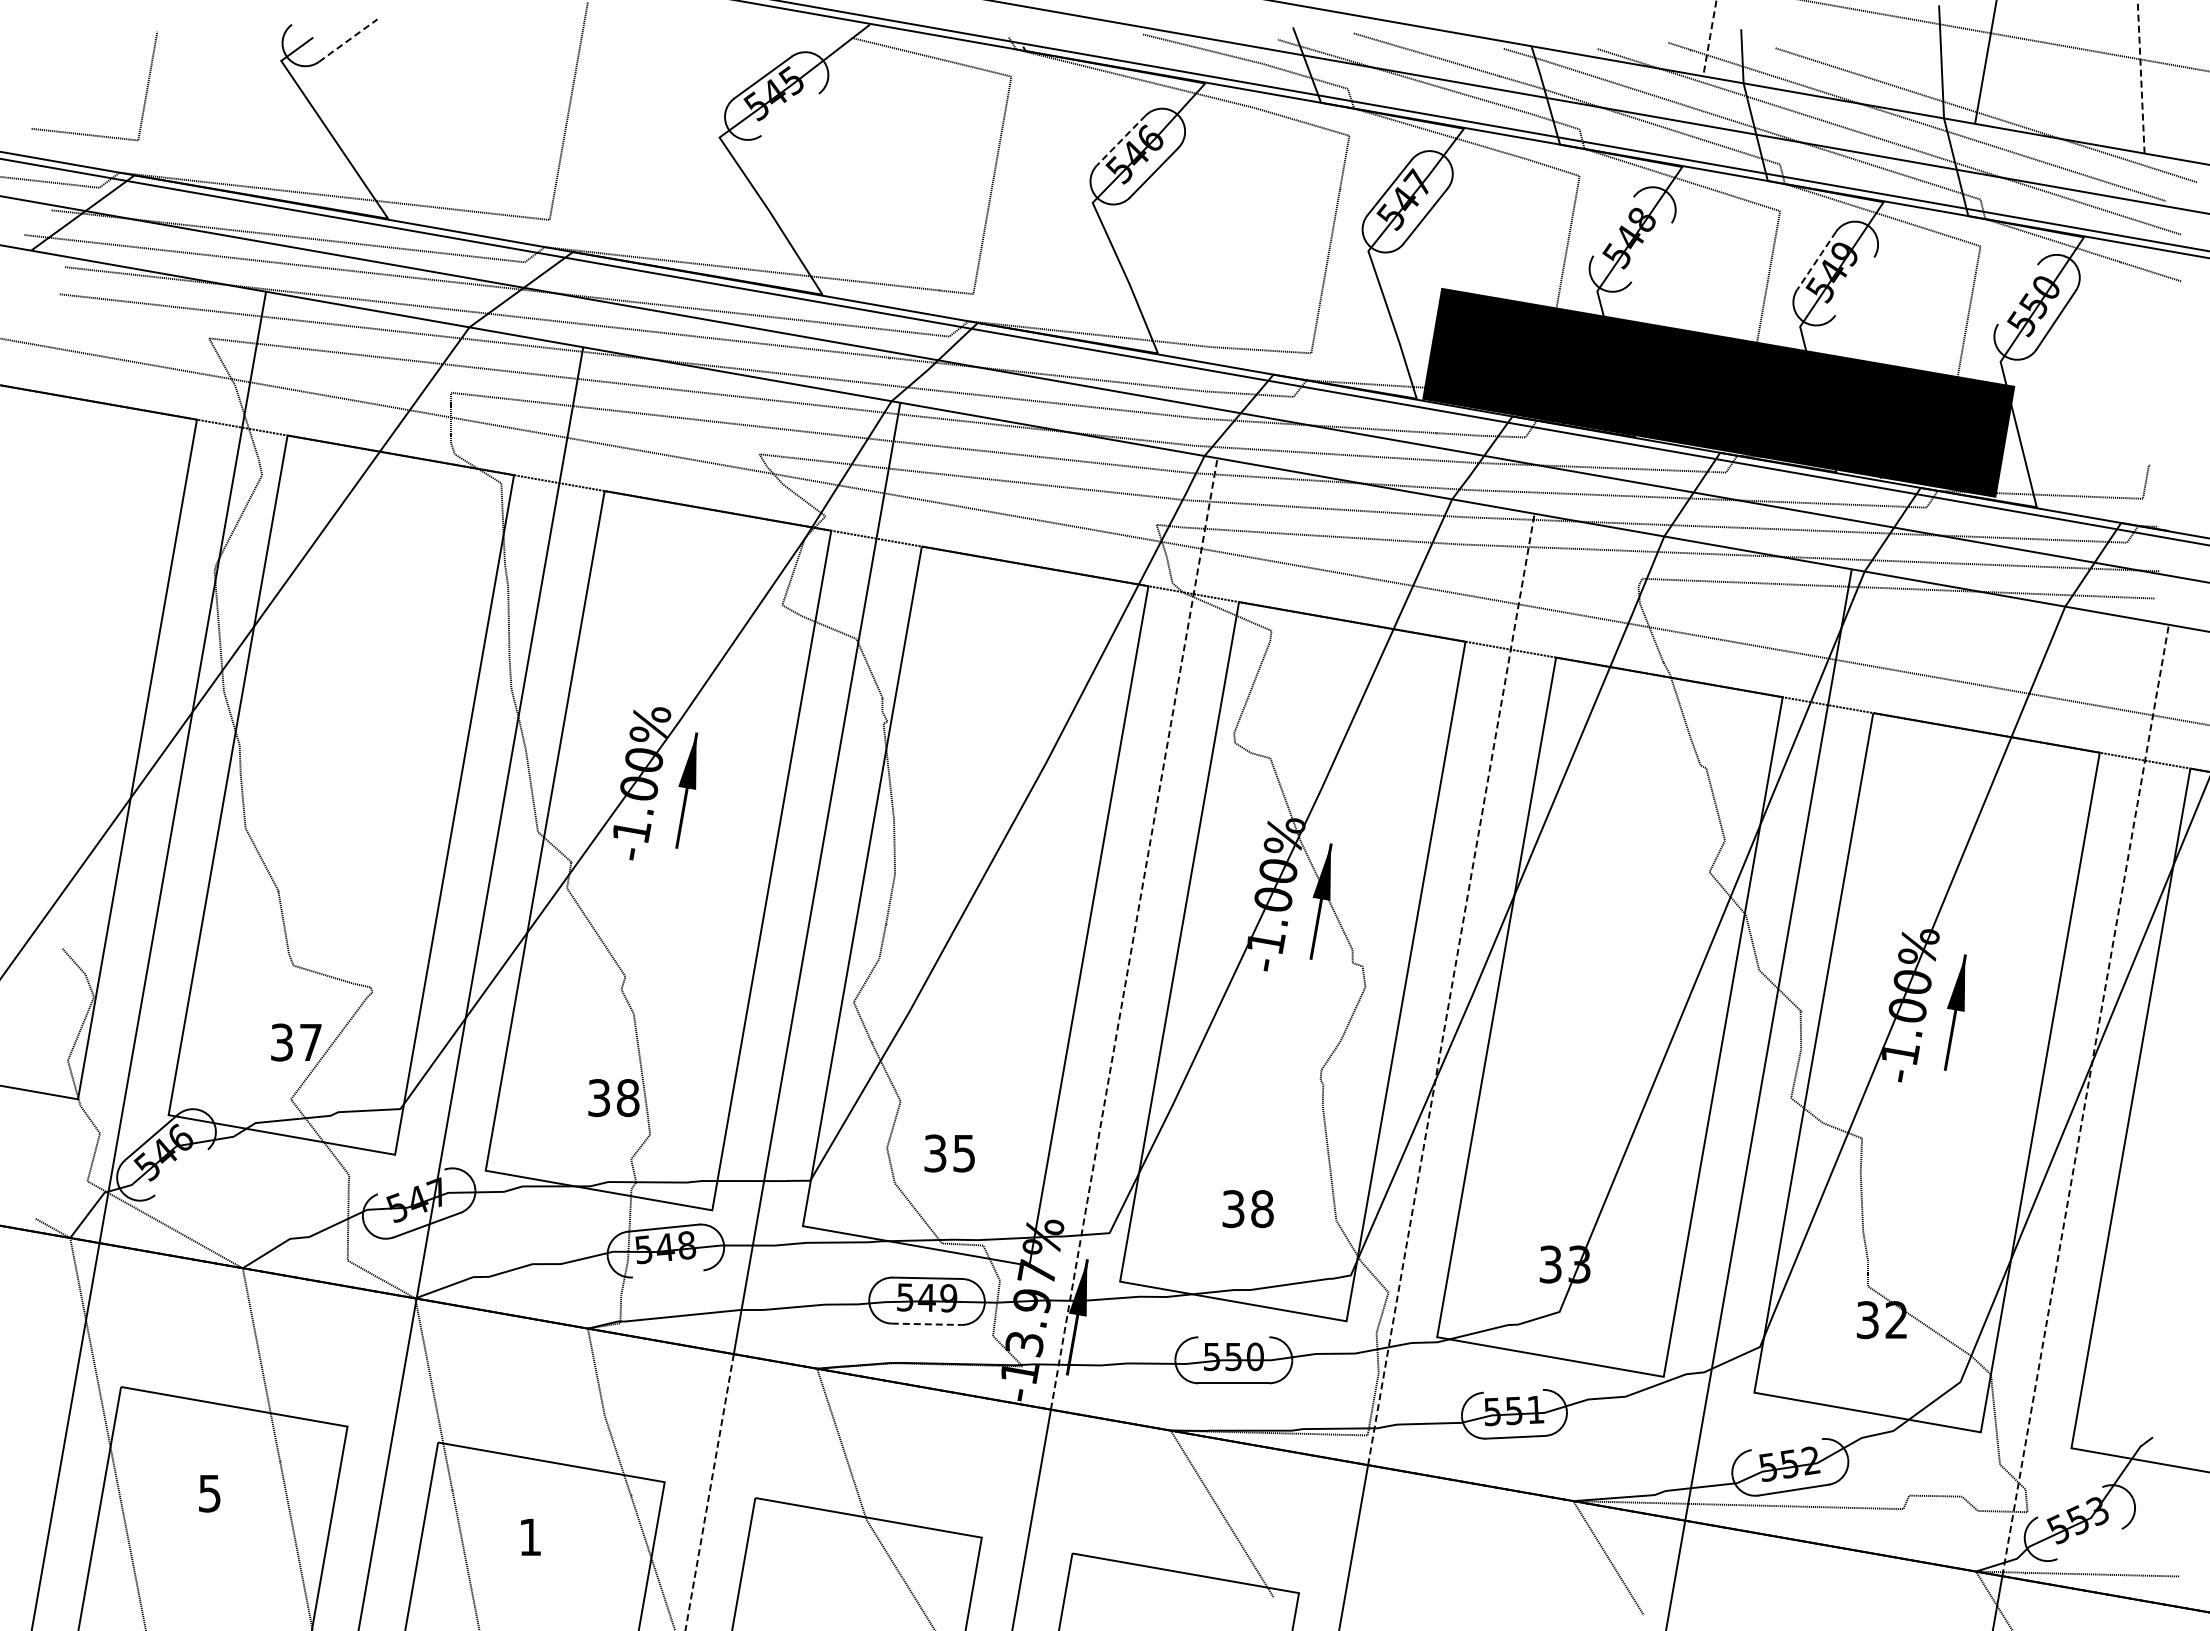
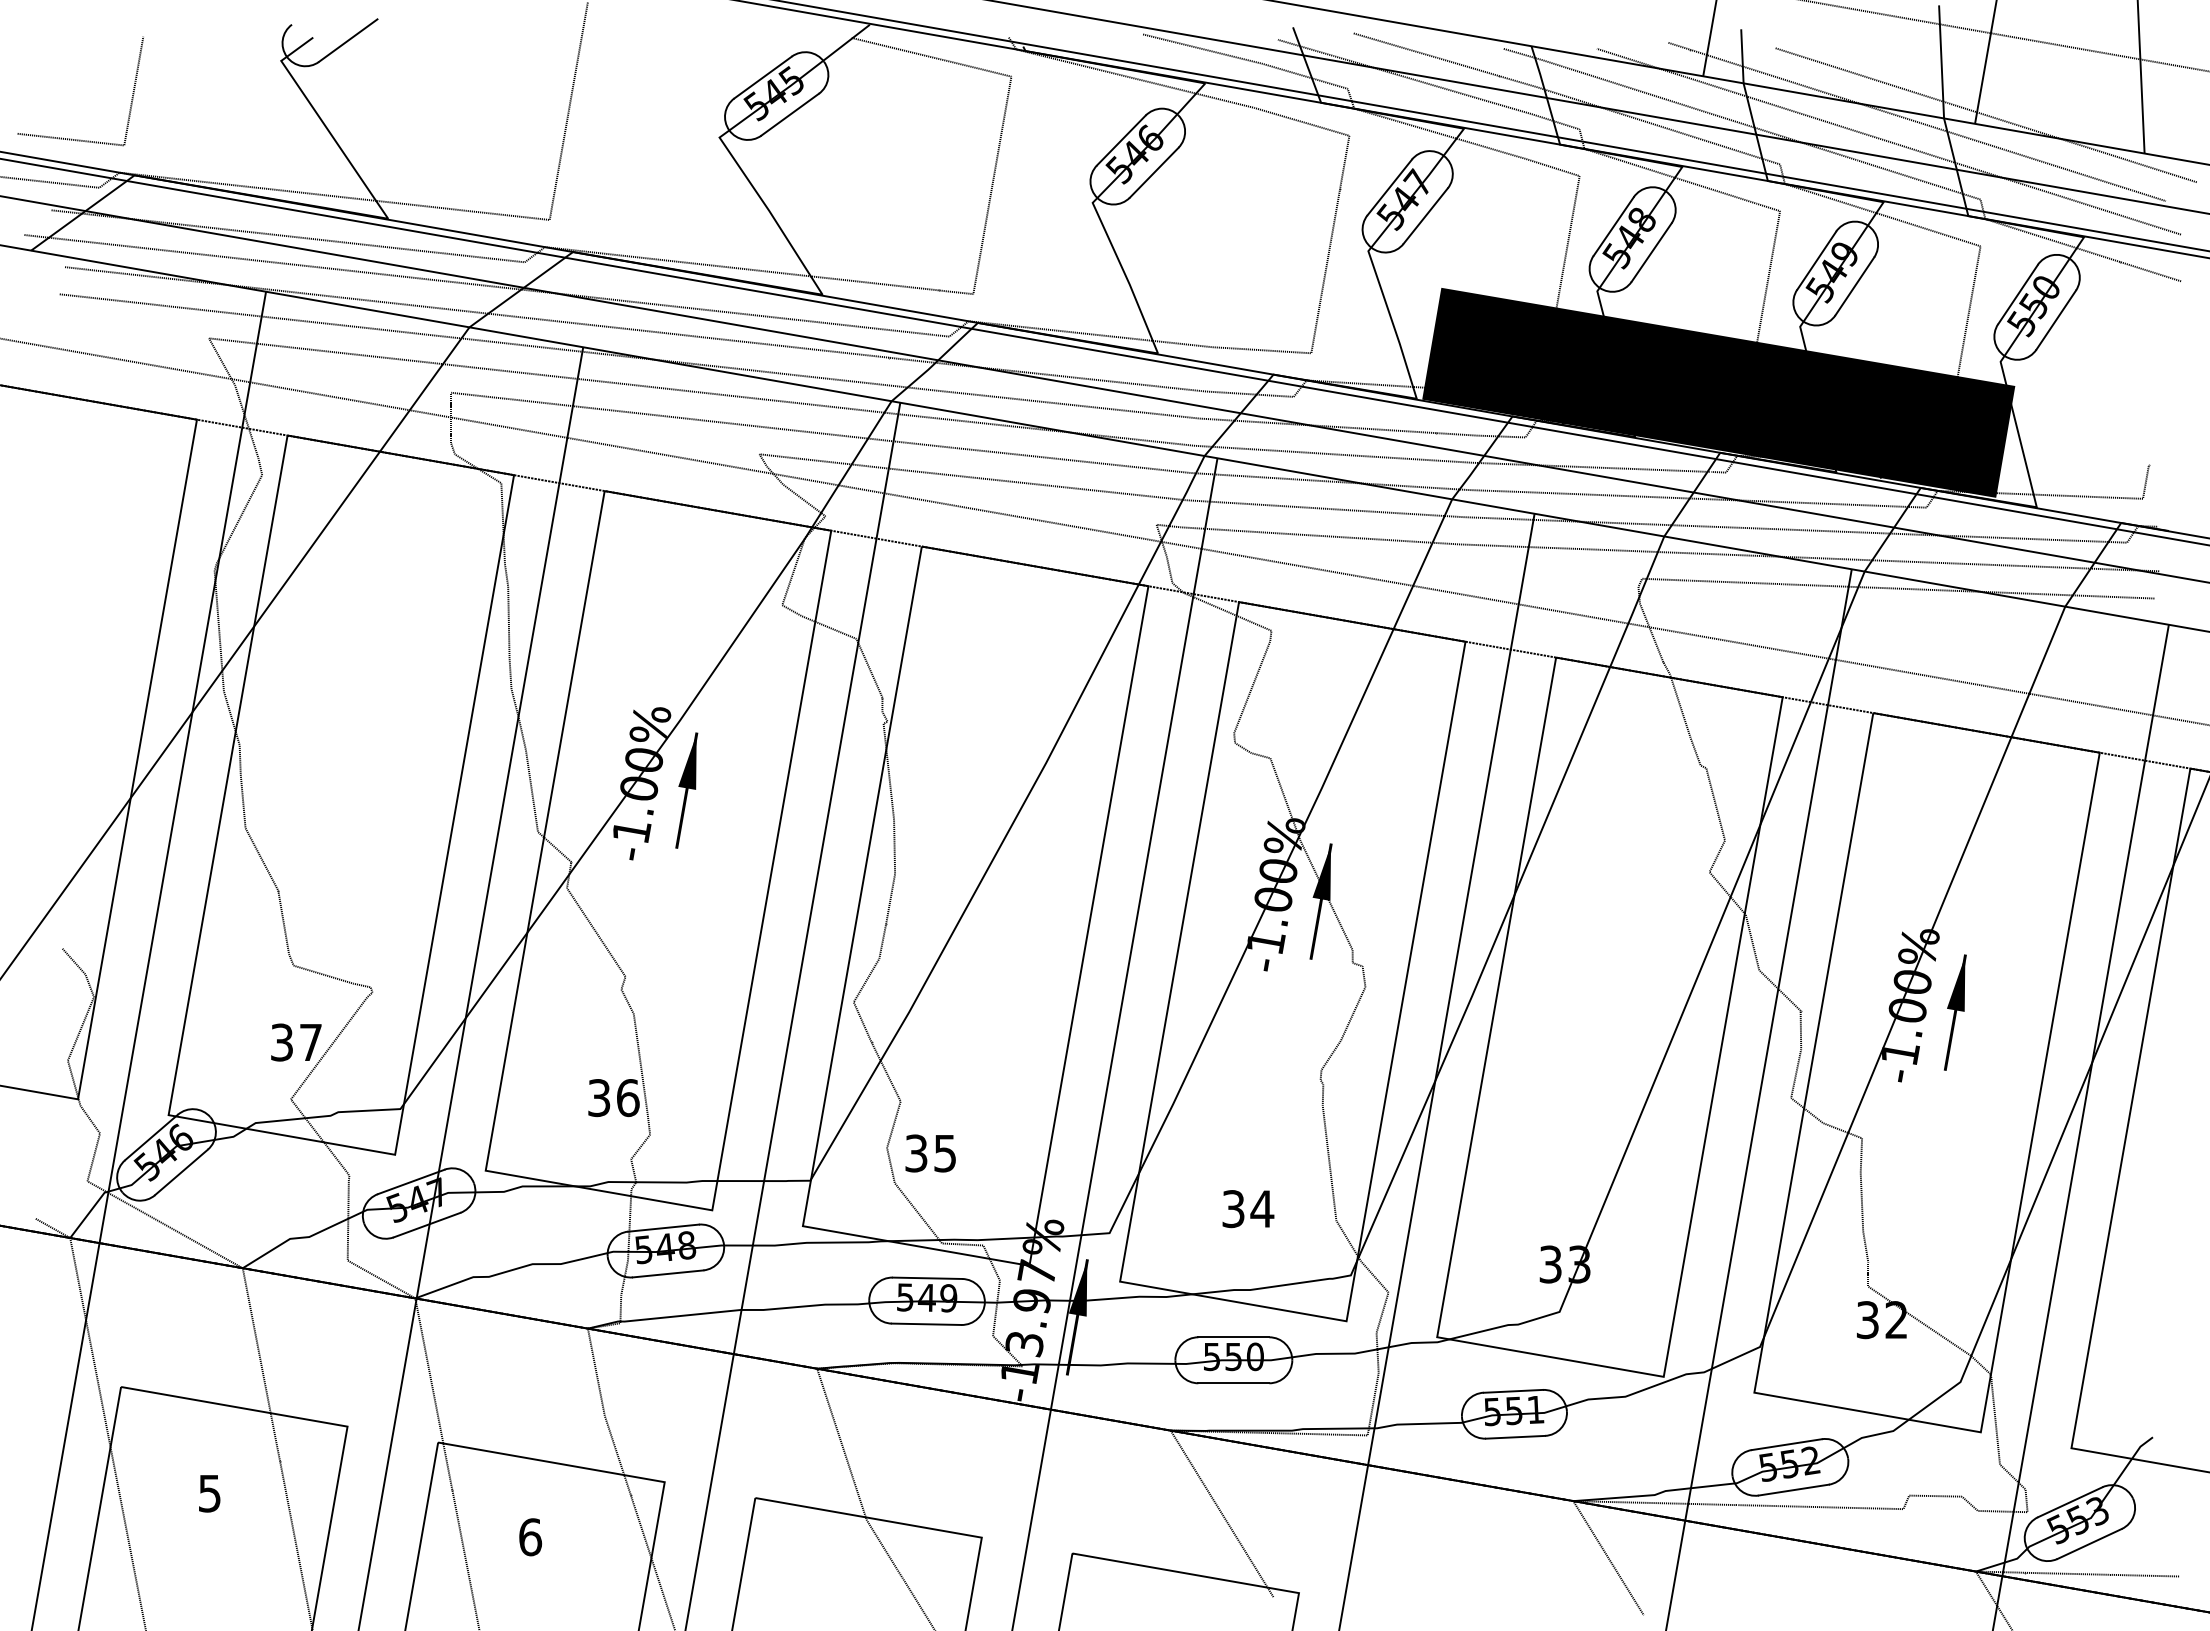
line at (1709, 38): dashed -> solid
line at (348, 40): dashed -> solid
line at (2141, 76): dashed -> solid
line at (789, 114): none -> present
curve at (85, 133) position: (85, 133) -> (71, 138)
line at (1121, 140): dashed -> solid
line at (1613, 226): none -> present
line at (1651, 252): none -> present
line at (1816, 260): dashed -> solid
line at (1854, 286): none -> present
line at (2017, 294): none -> present
line at (1134, 933): dashed -> solid
line at (1451, 989): dashed -> solid
text at (628, 1097): 38 -> 36
line at (2085, 1100): dashed -> solid
text at (949, 1153) position: (949, 1153) -> (930, 1153)
line at (181, 1172): none -> present
line at (410, 1181): none -> present
text at (1262, 1209): 38 -> 34
line at (667, 1273): none -> present
line at (926, 1324): dashed -> solid
line at (1233, 1337): none -> present
line at (1512, 1390): none -> present
line at (1786, 1444): none -> present
line at (709, 1493): dashed -> solid
line at (2070, 1502): none -> present
text at (530, 1537): 1 -> 6
line at (2089, 1544): none -> present
